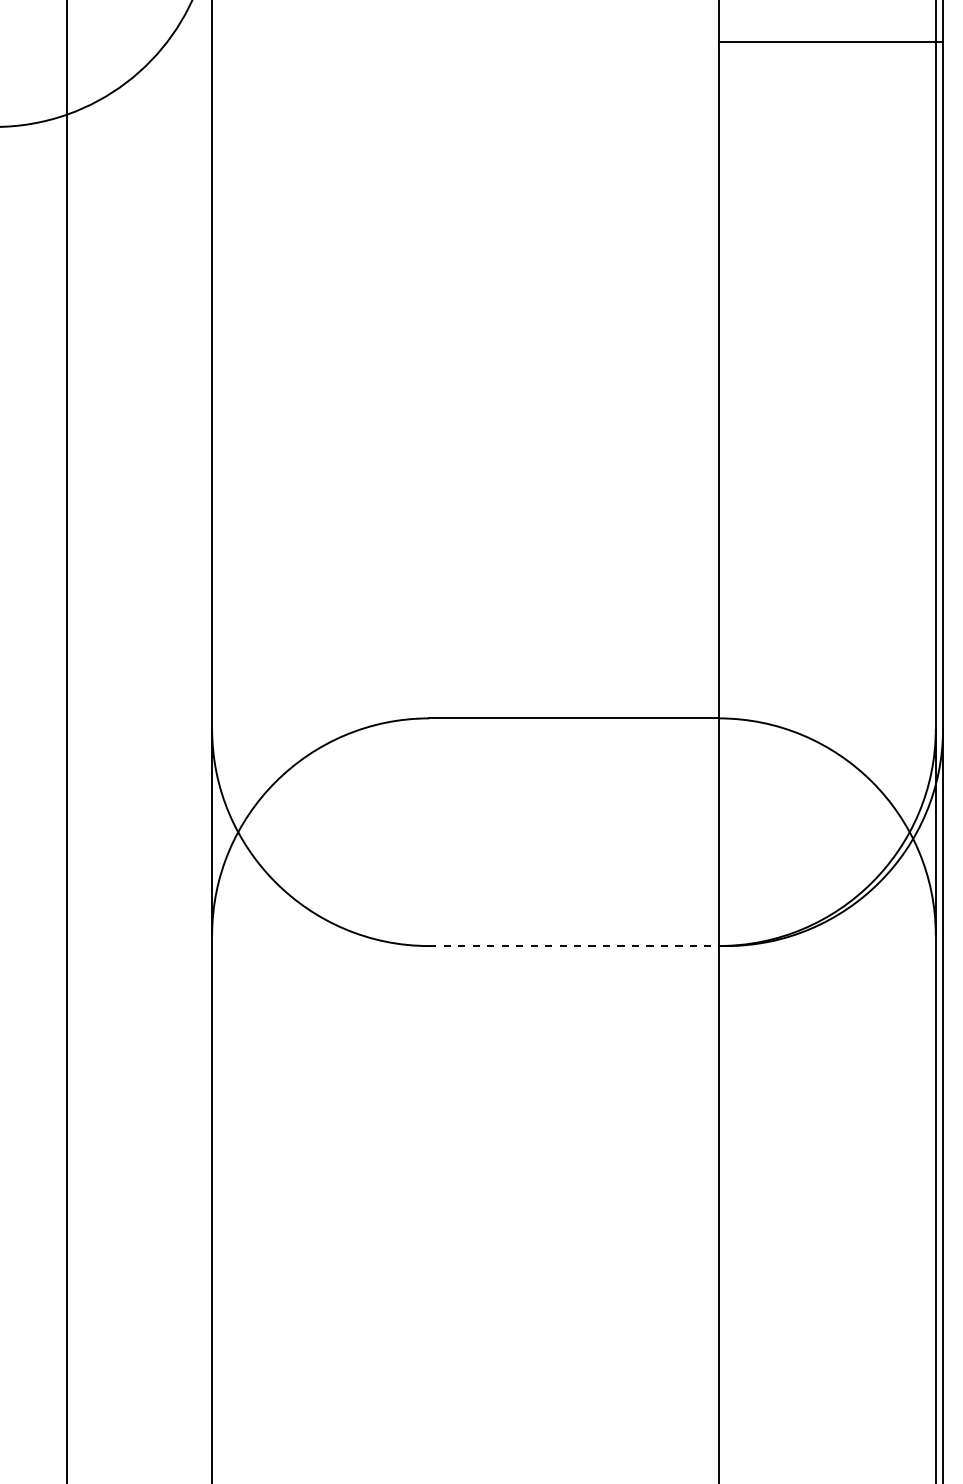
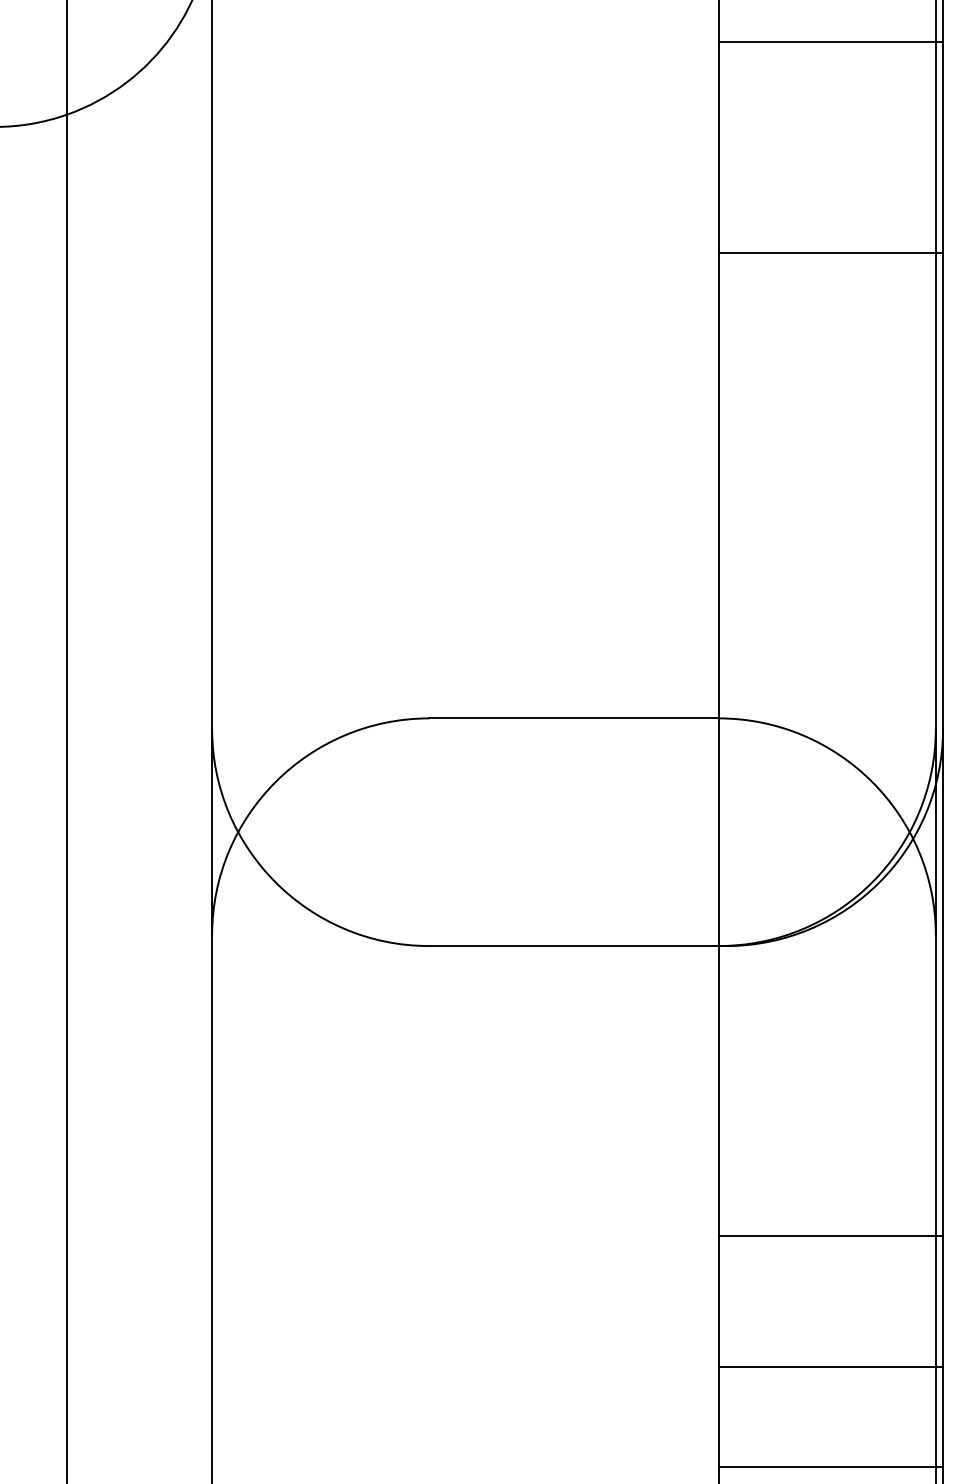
line at (830, 253): none -> present
line at (573, 946): dashed -> solid
line at (830, 1235): none -> present
line at (830, 1366): none -> present
line at (830, 1467): none -> present
